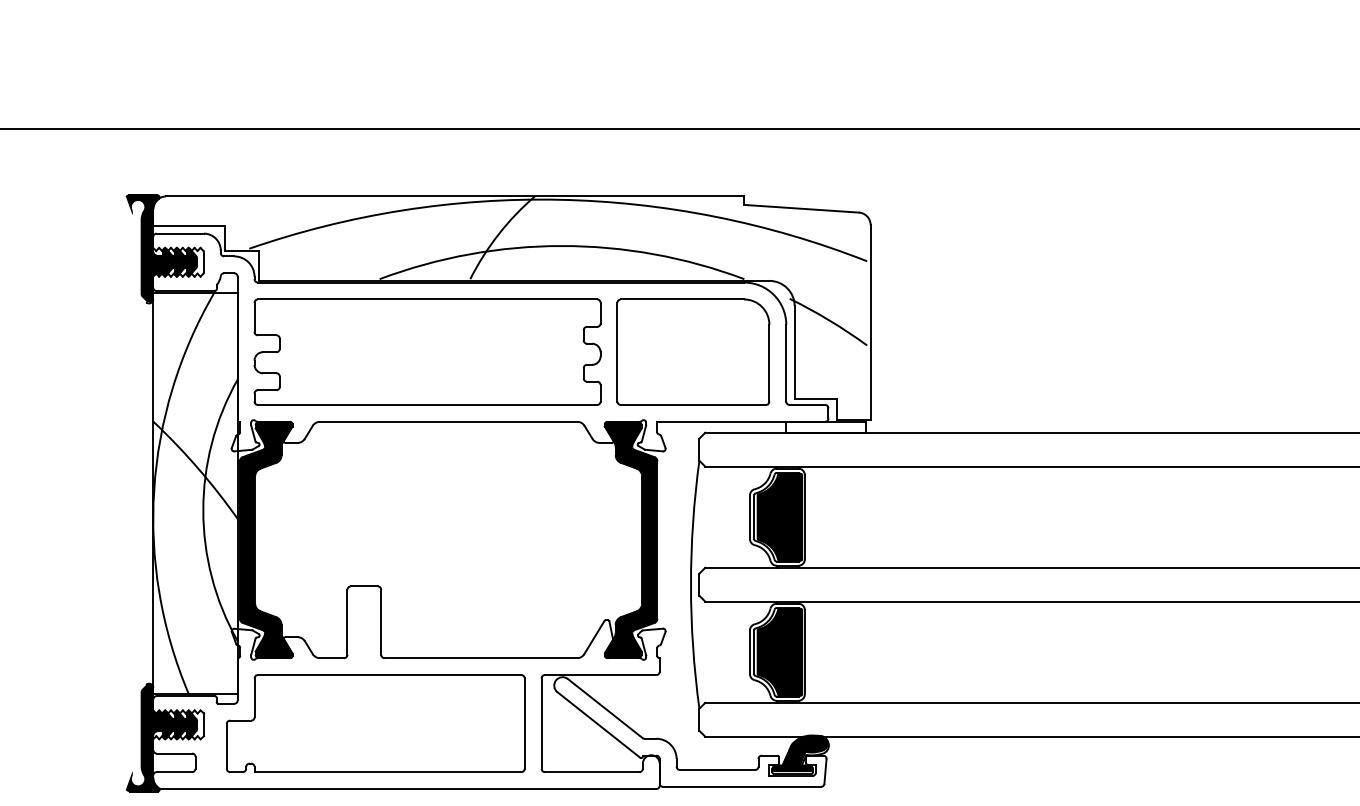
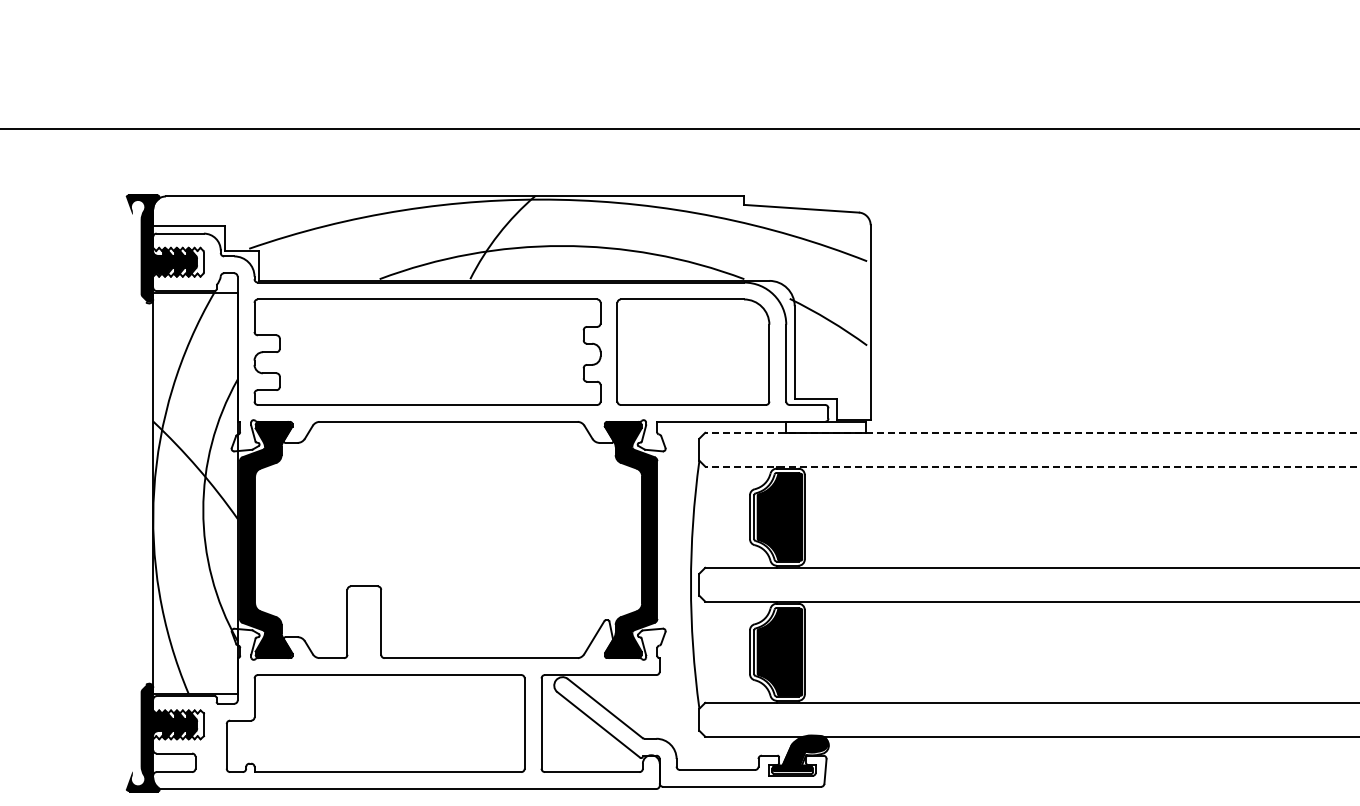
line at (1031, 432): solid -> dashed
line at (1031, 466): solid -> dashed
